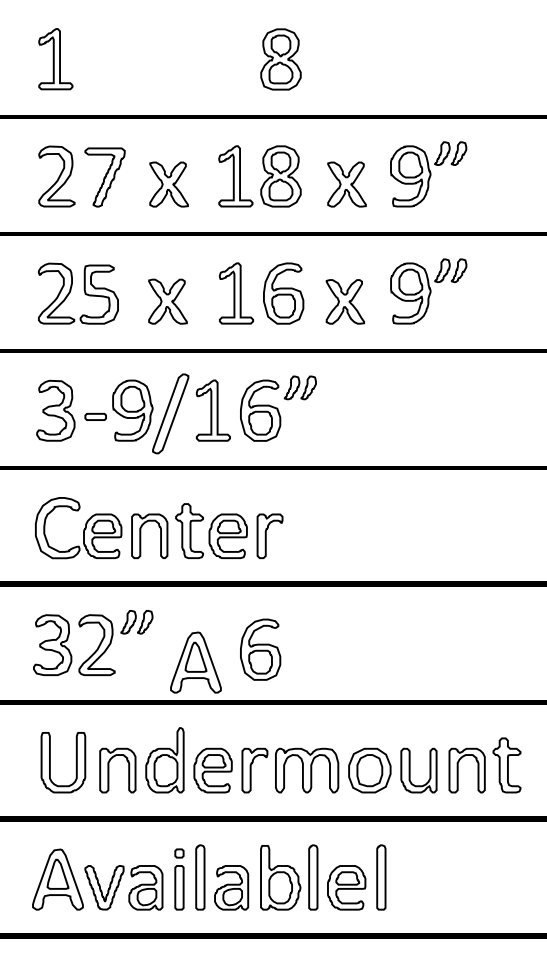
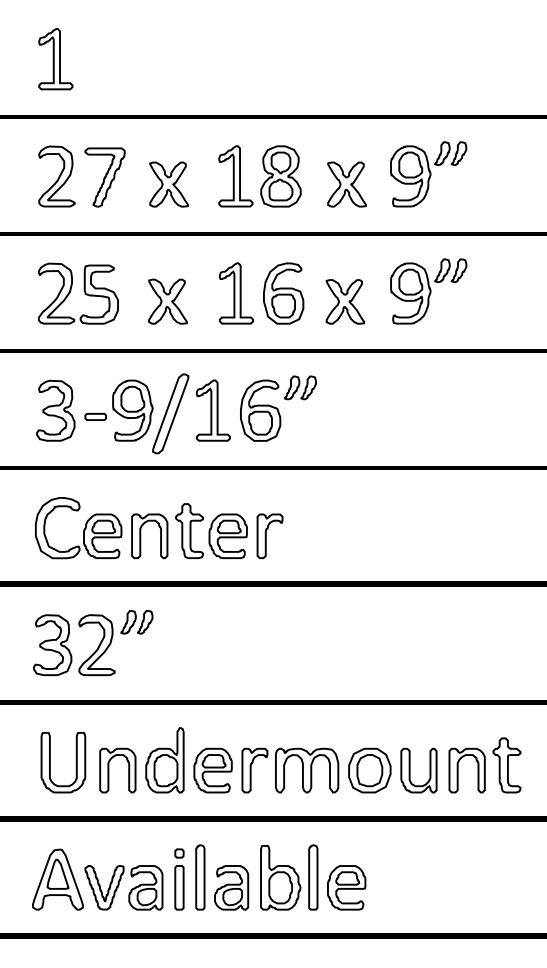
part at (280, 59): present -> none
part at (260, 649): present -> none
part at (195, 662): present -> none
part at (381, 877): present -> none
